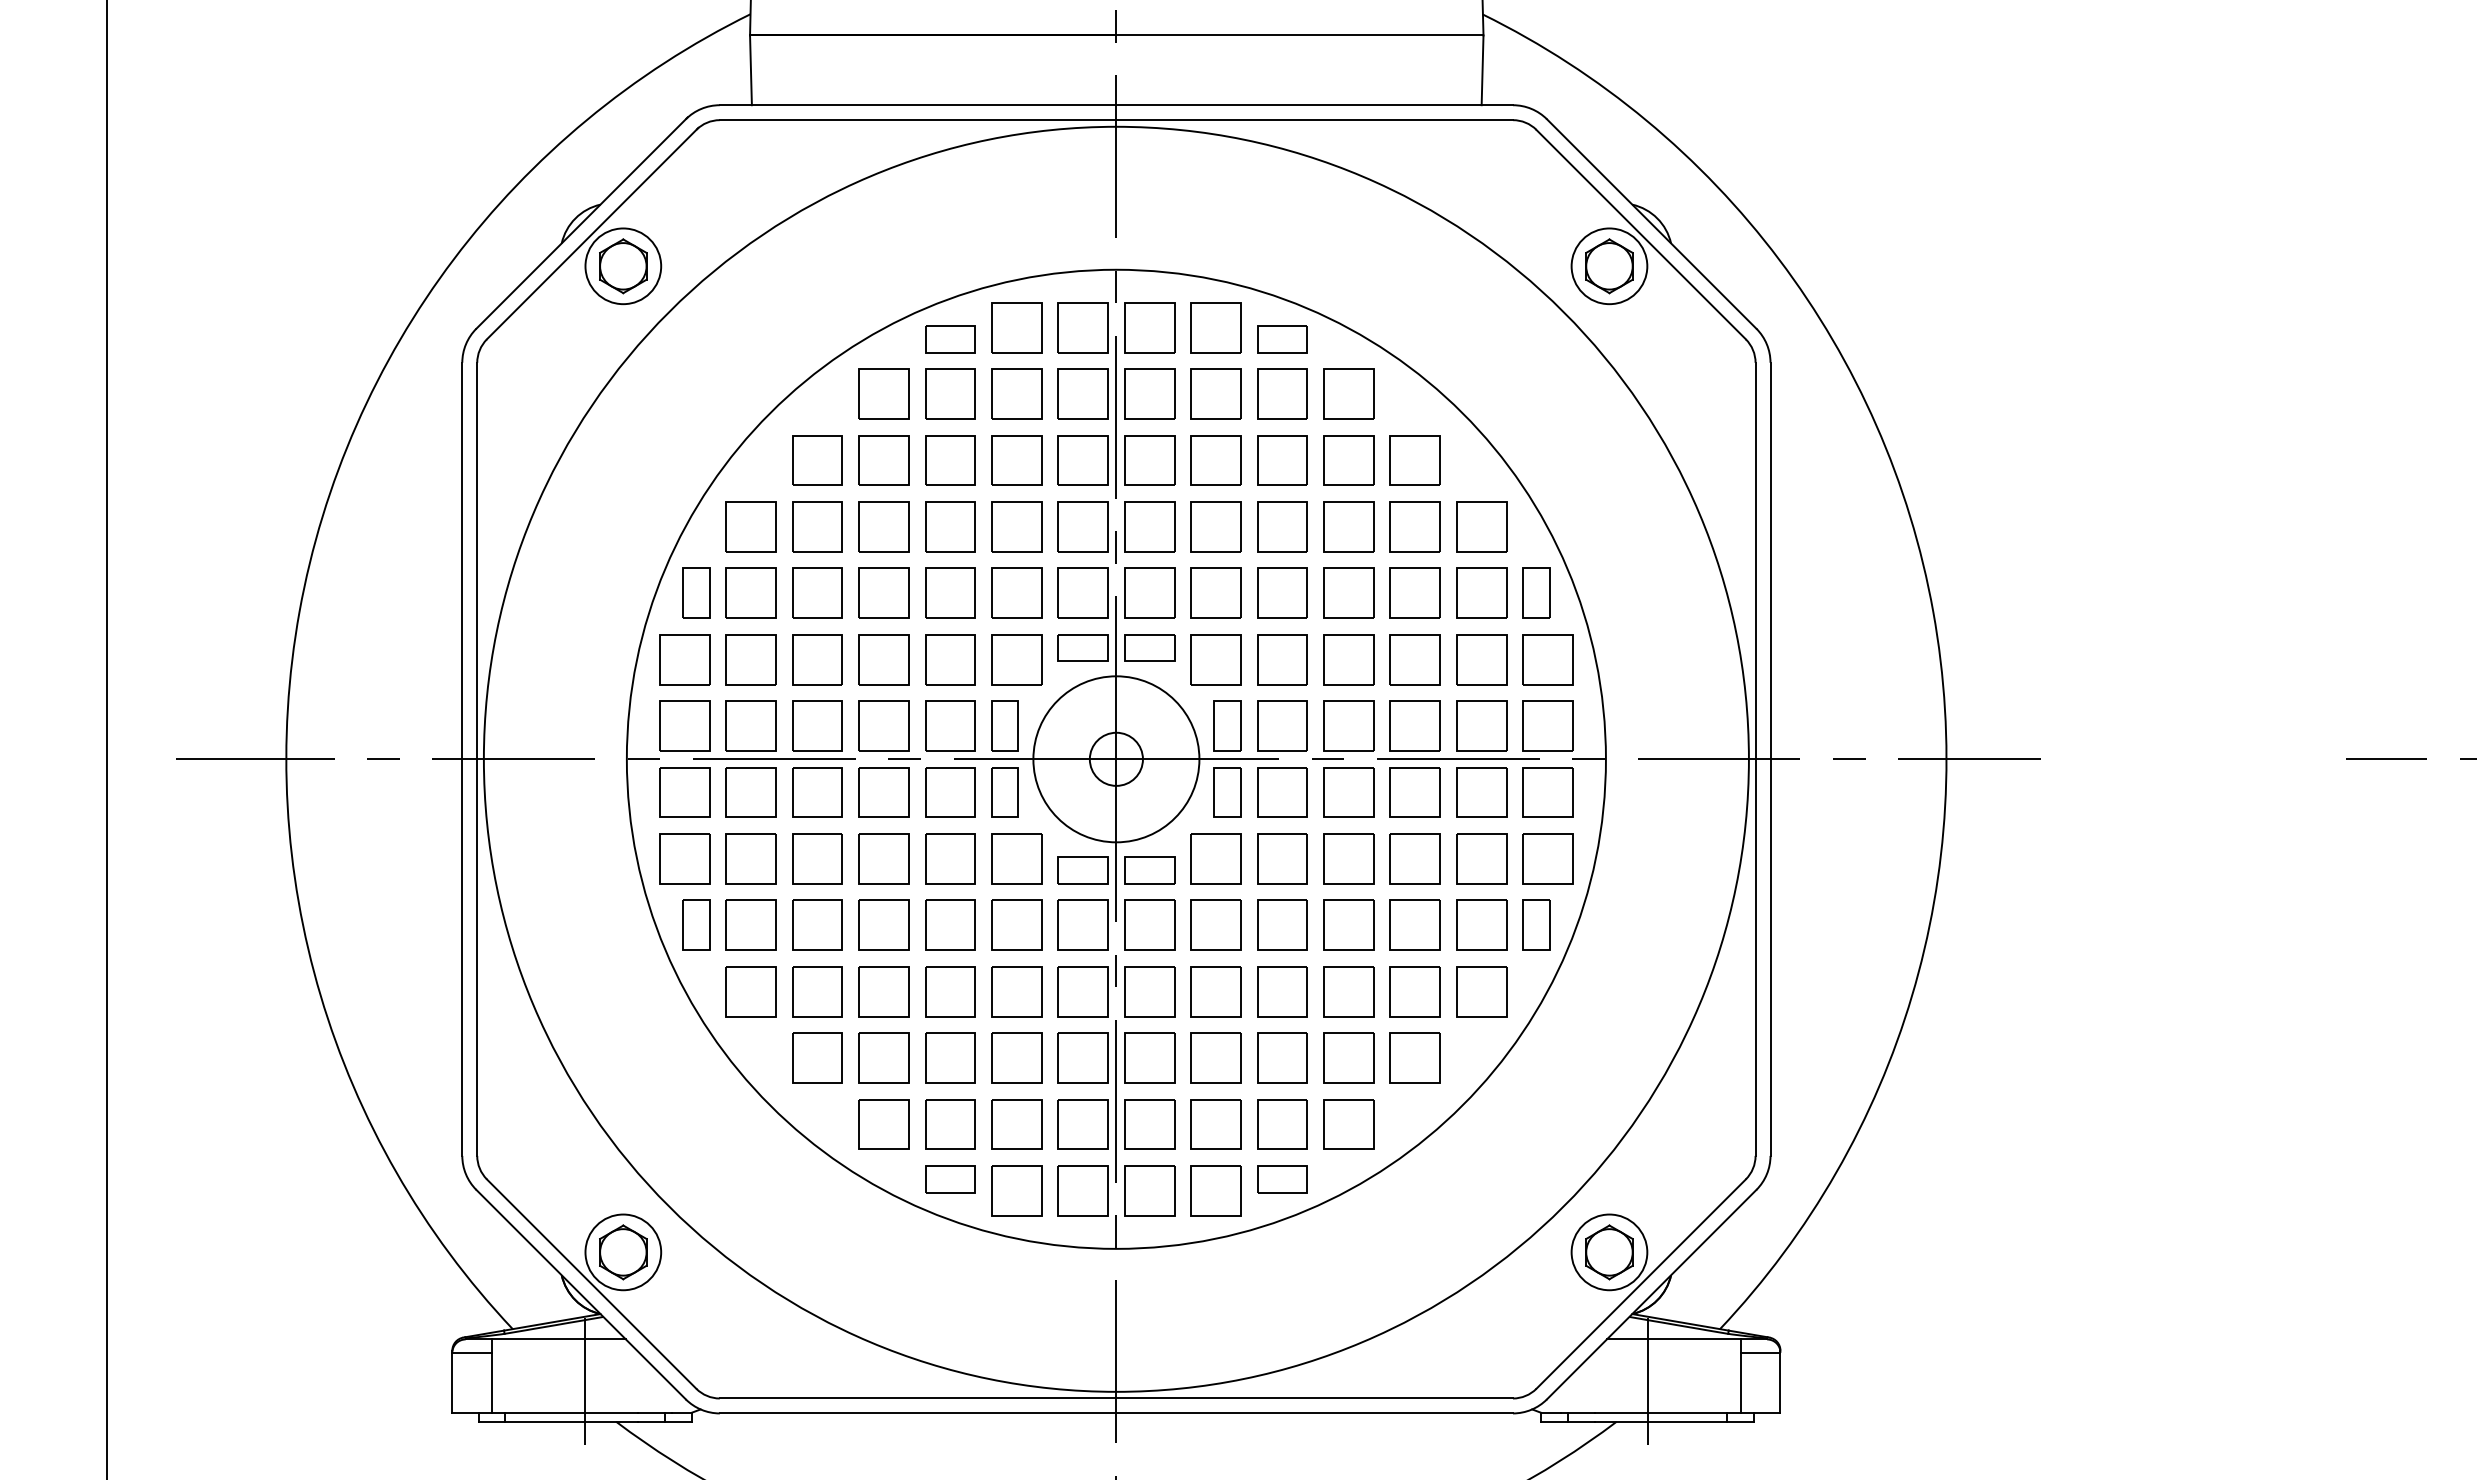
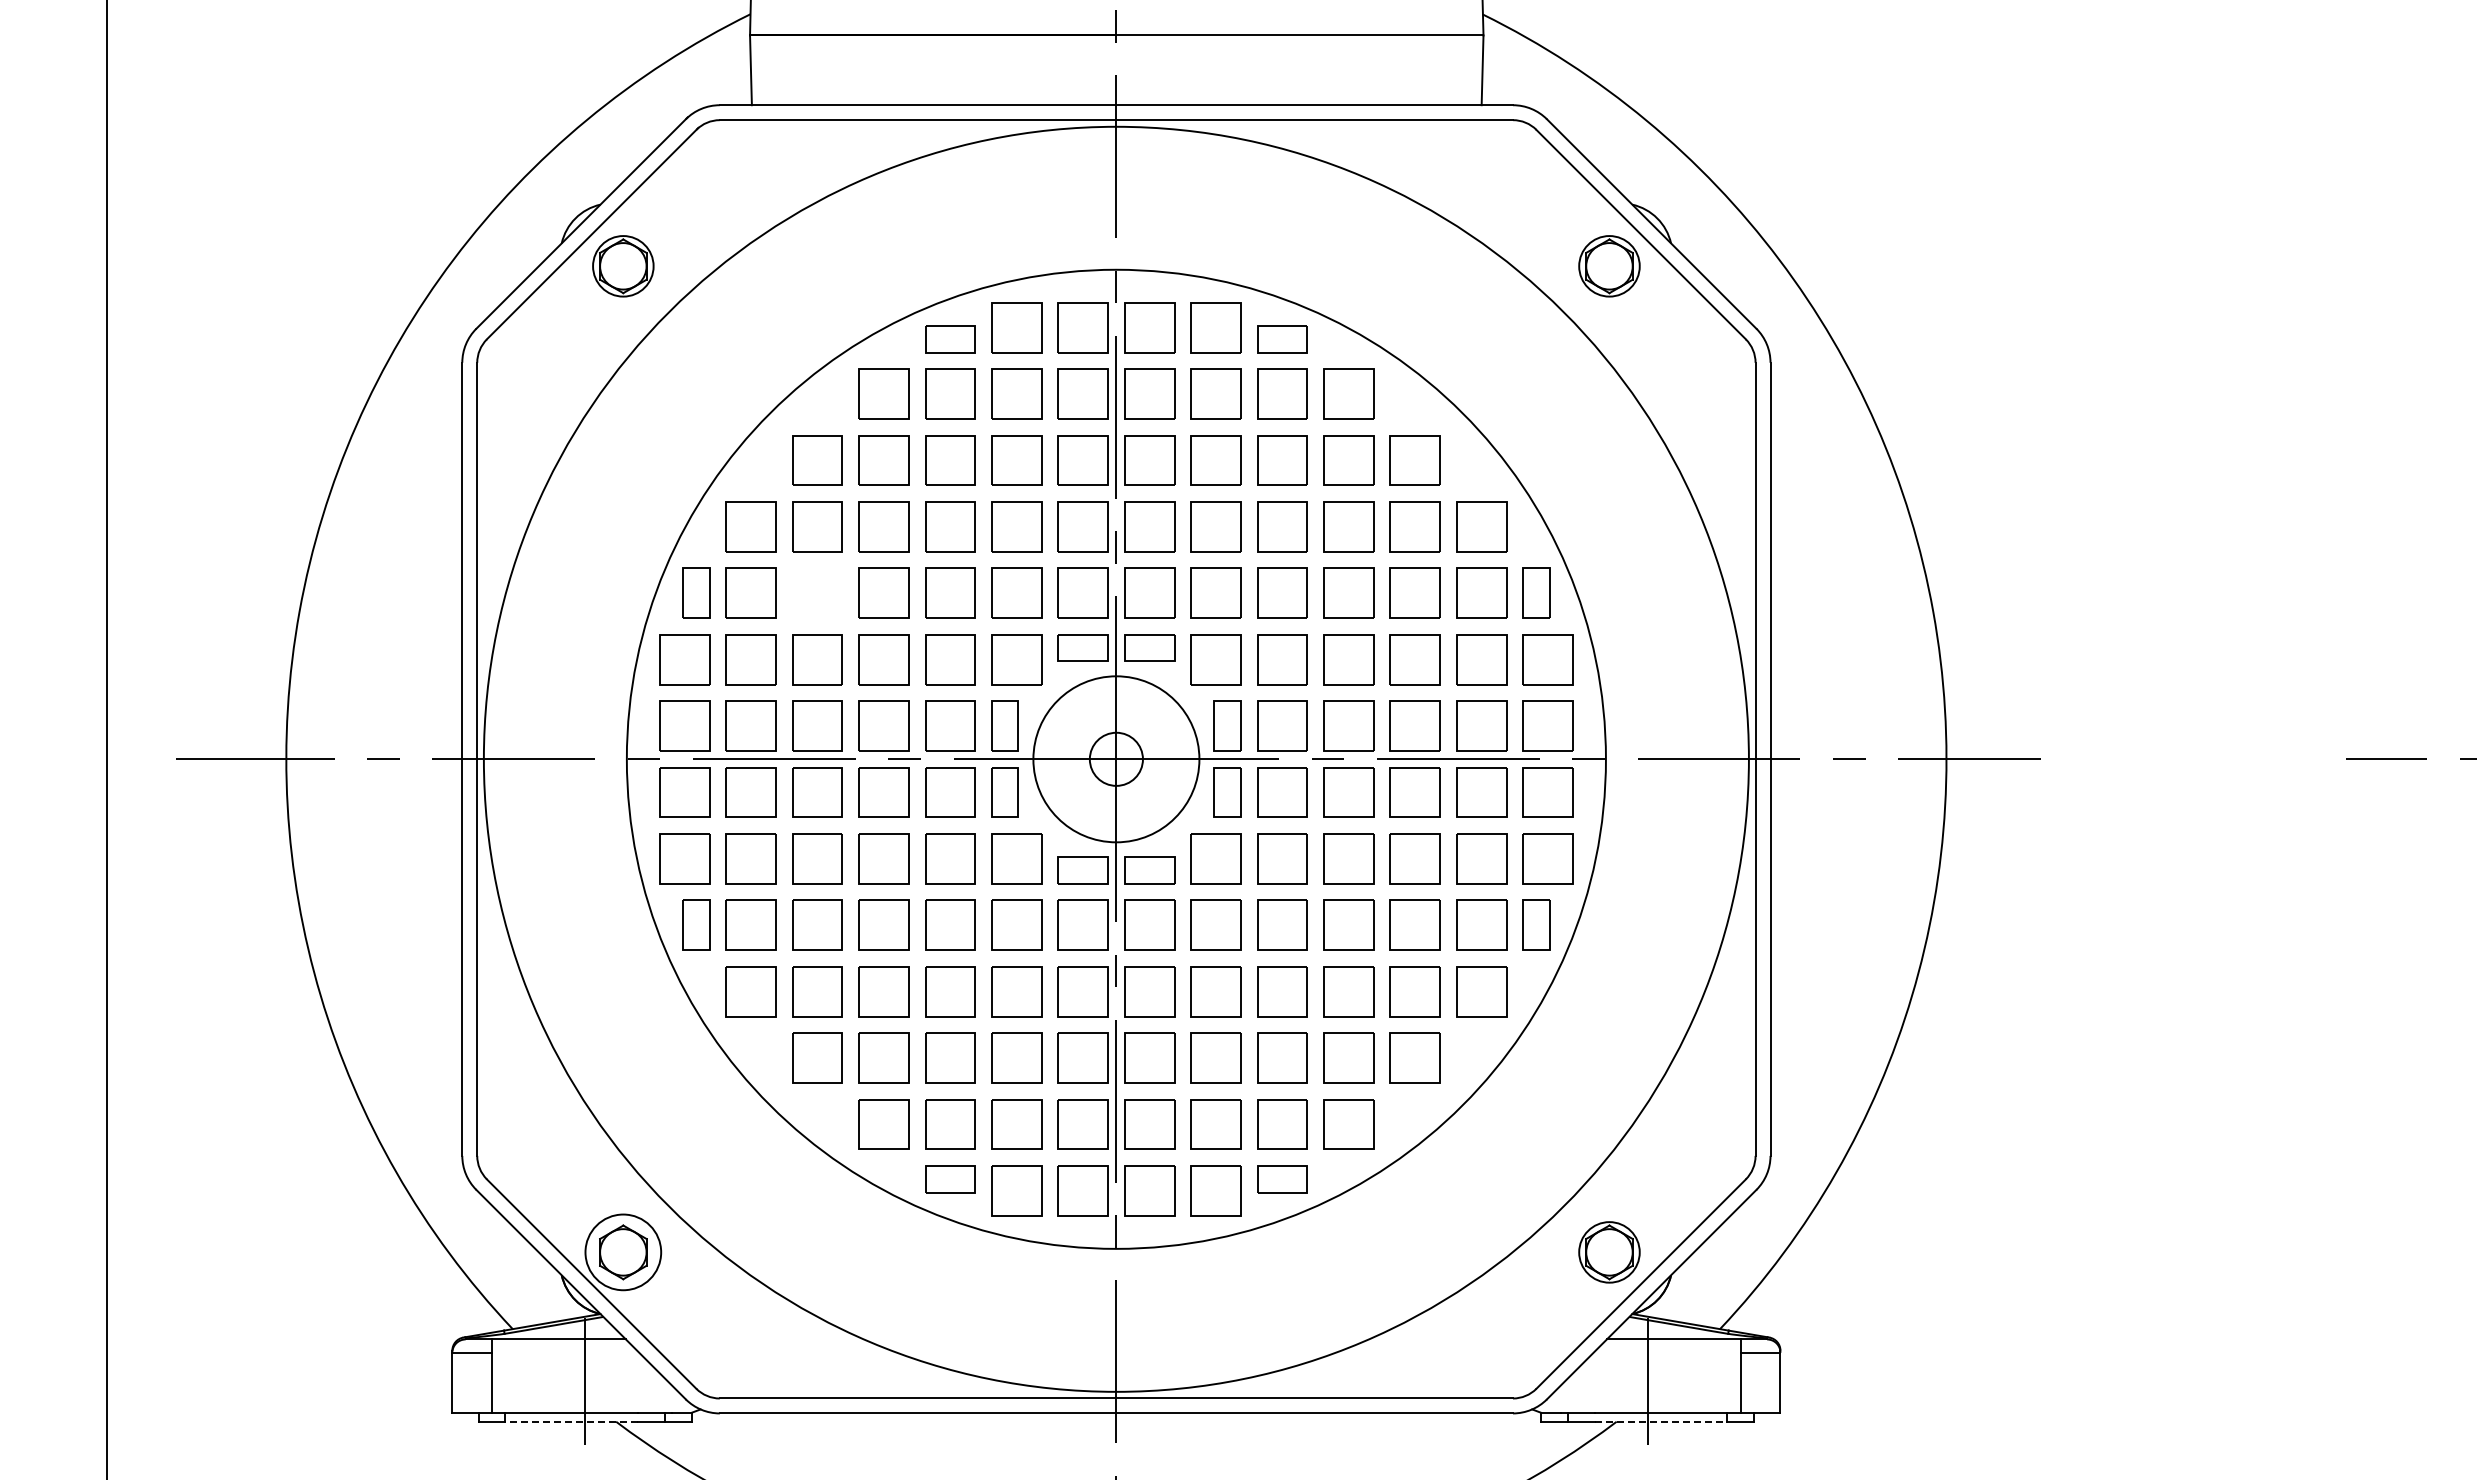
circle at (623, 266) diameter: 76 px -> 61 px
circle at (1609, 266) diameter: 76 px -> 61 px
part at (817, 592): present -> none
circle at (1609, 1252) diameter: 76 px -> 61 px
line at (571, 1421): solid -> dashed
line at (1661, 1421): solid -> dashed
